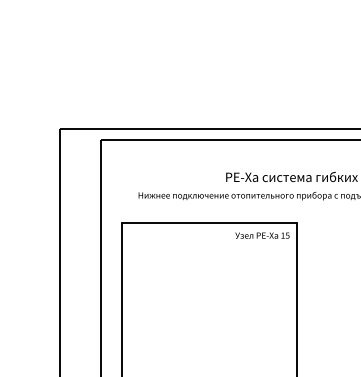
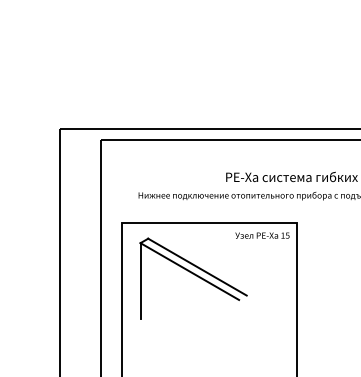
part at (193, 278): none -> present
